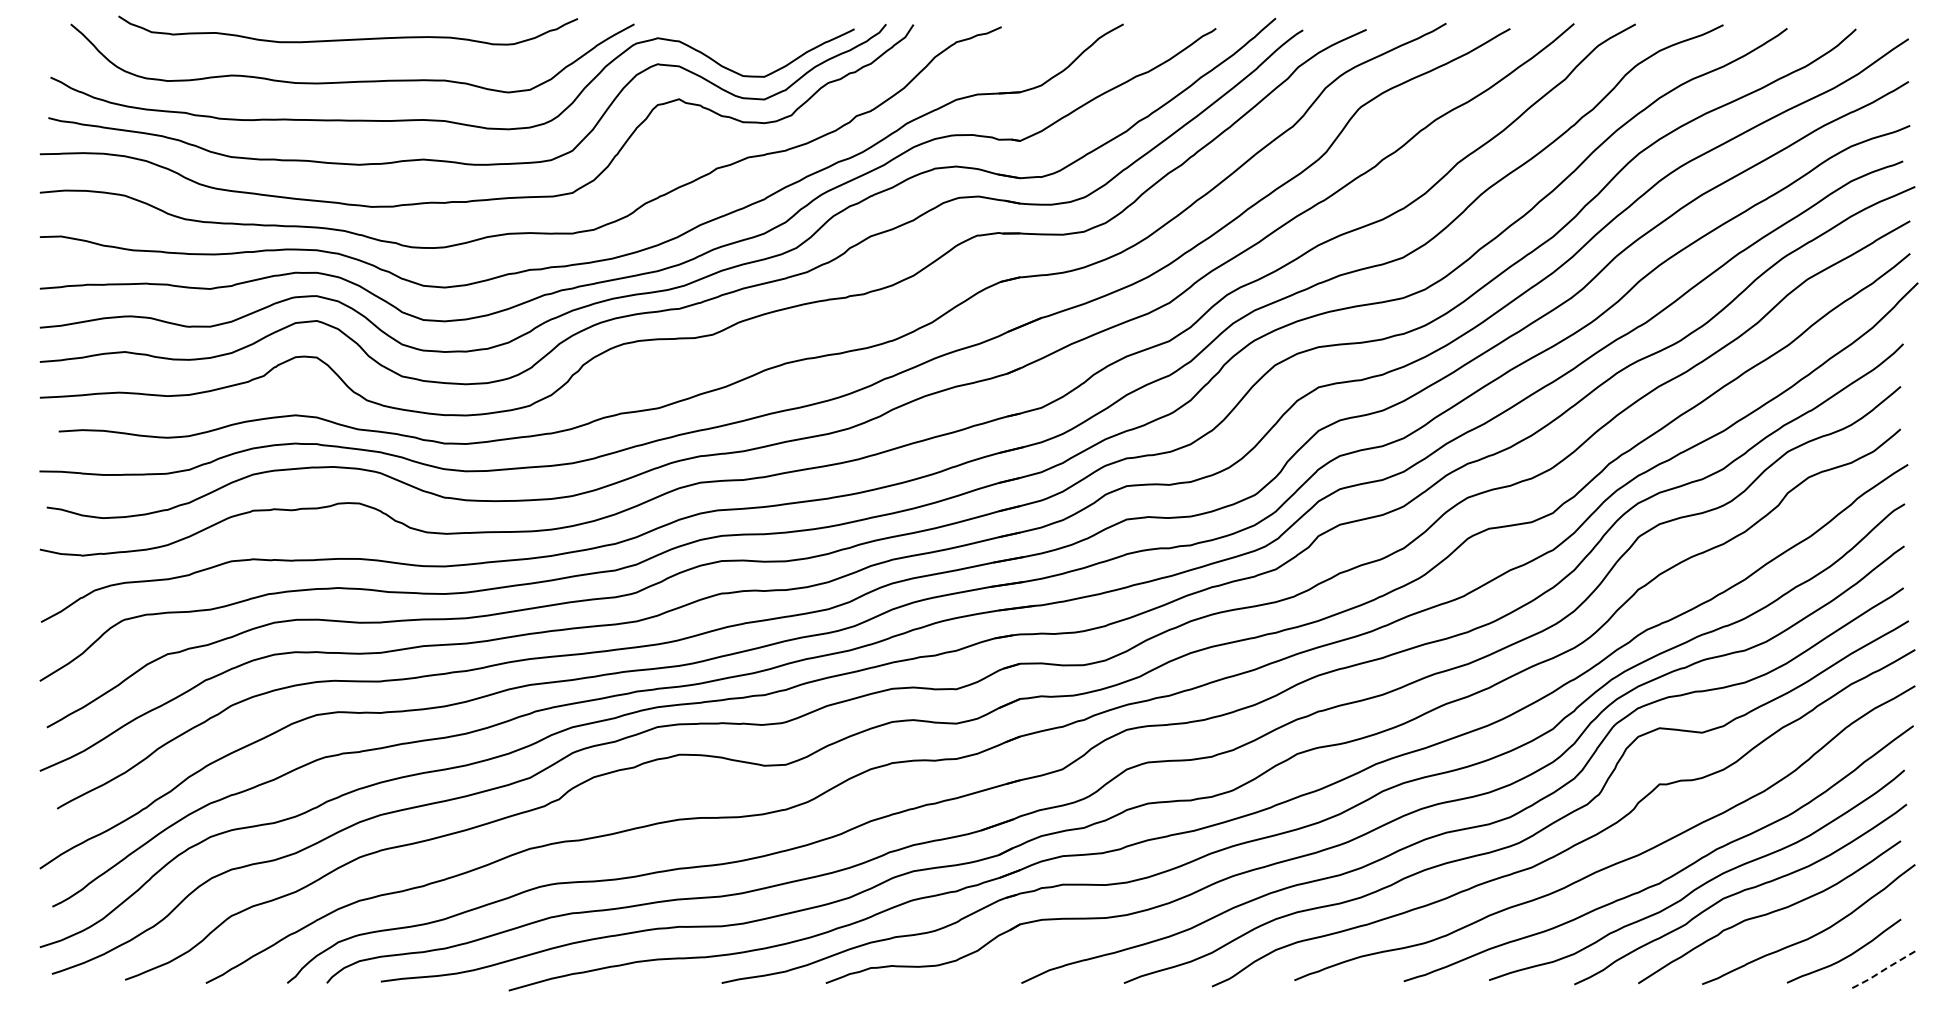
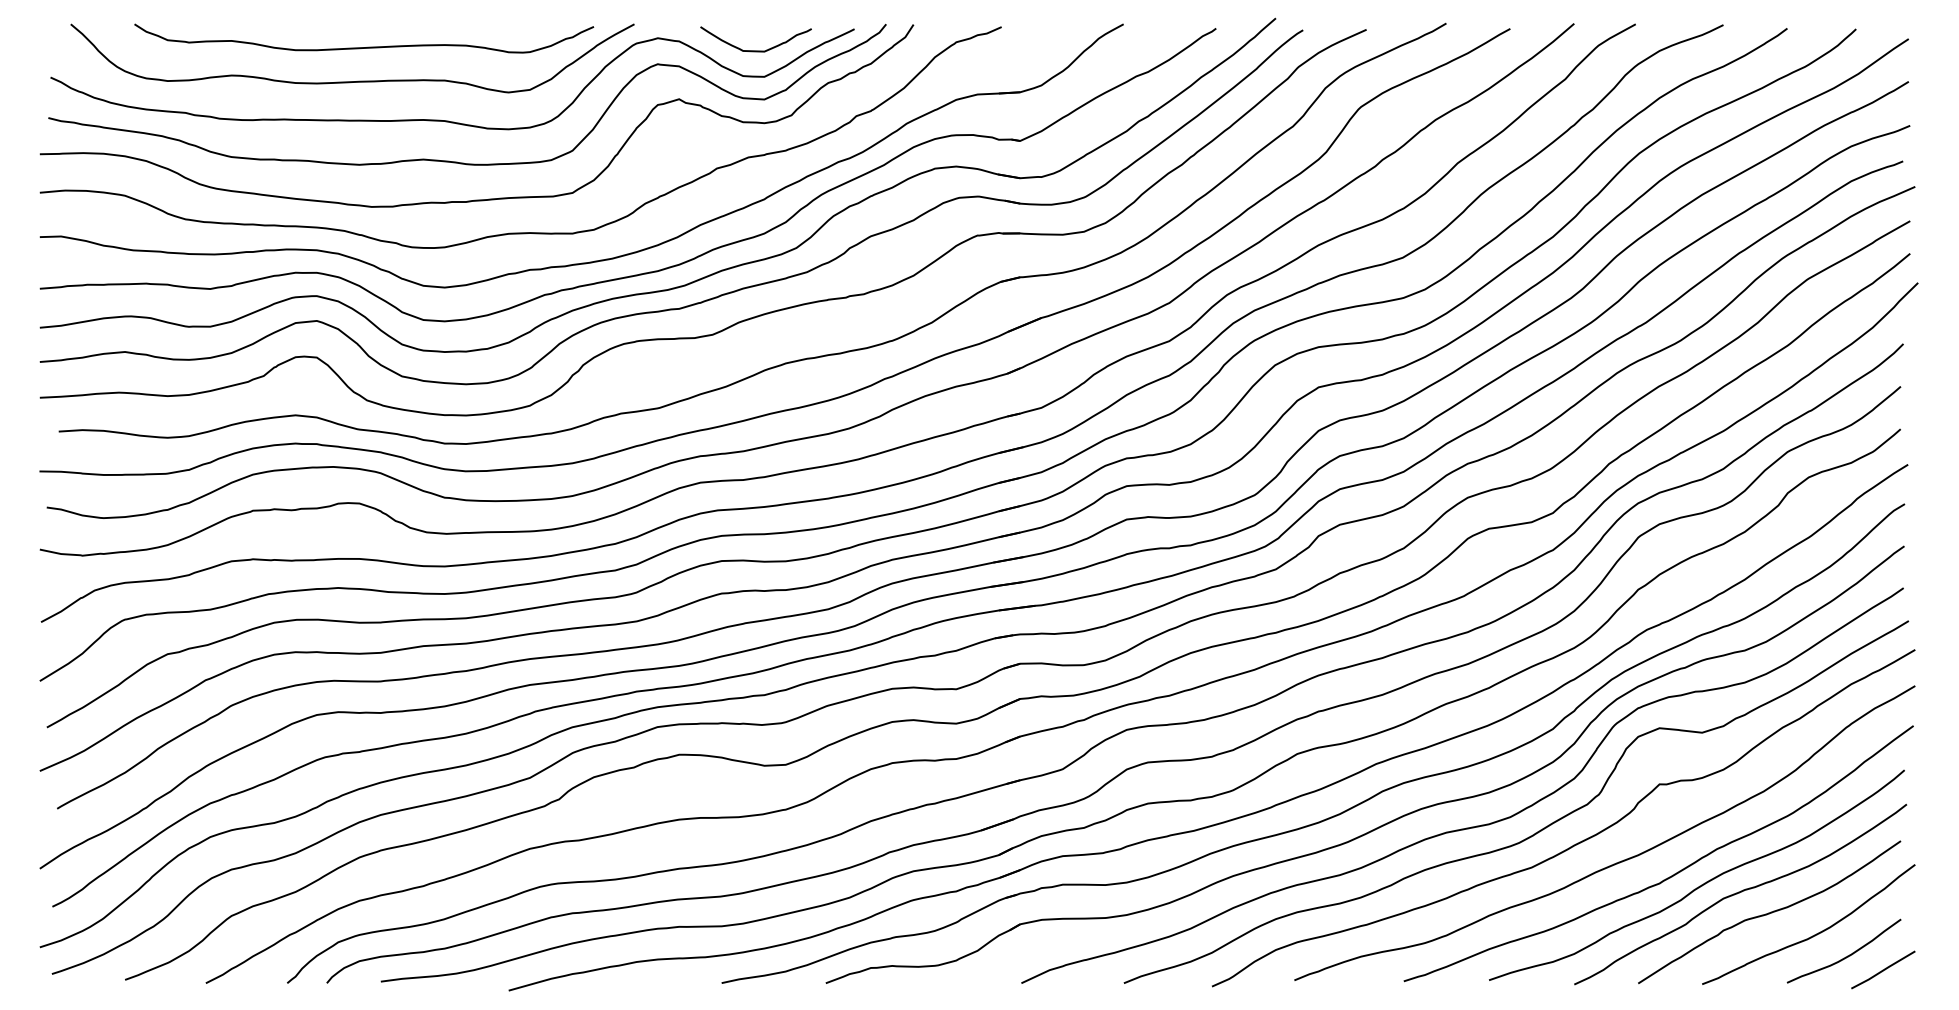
curve at (351, 38) position: (351, 38) -> (367, 46)
curve at (755, 50): none -> present
line at (1883, 970): dashed -> solid
